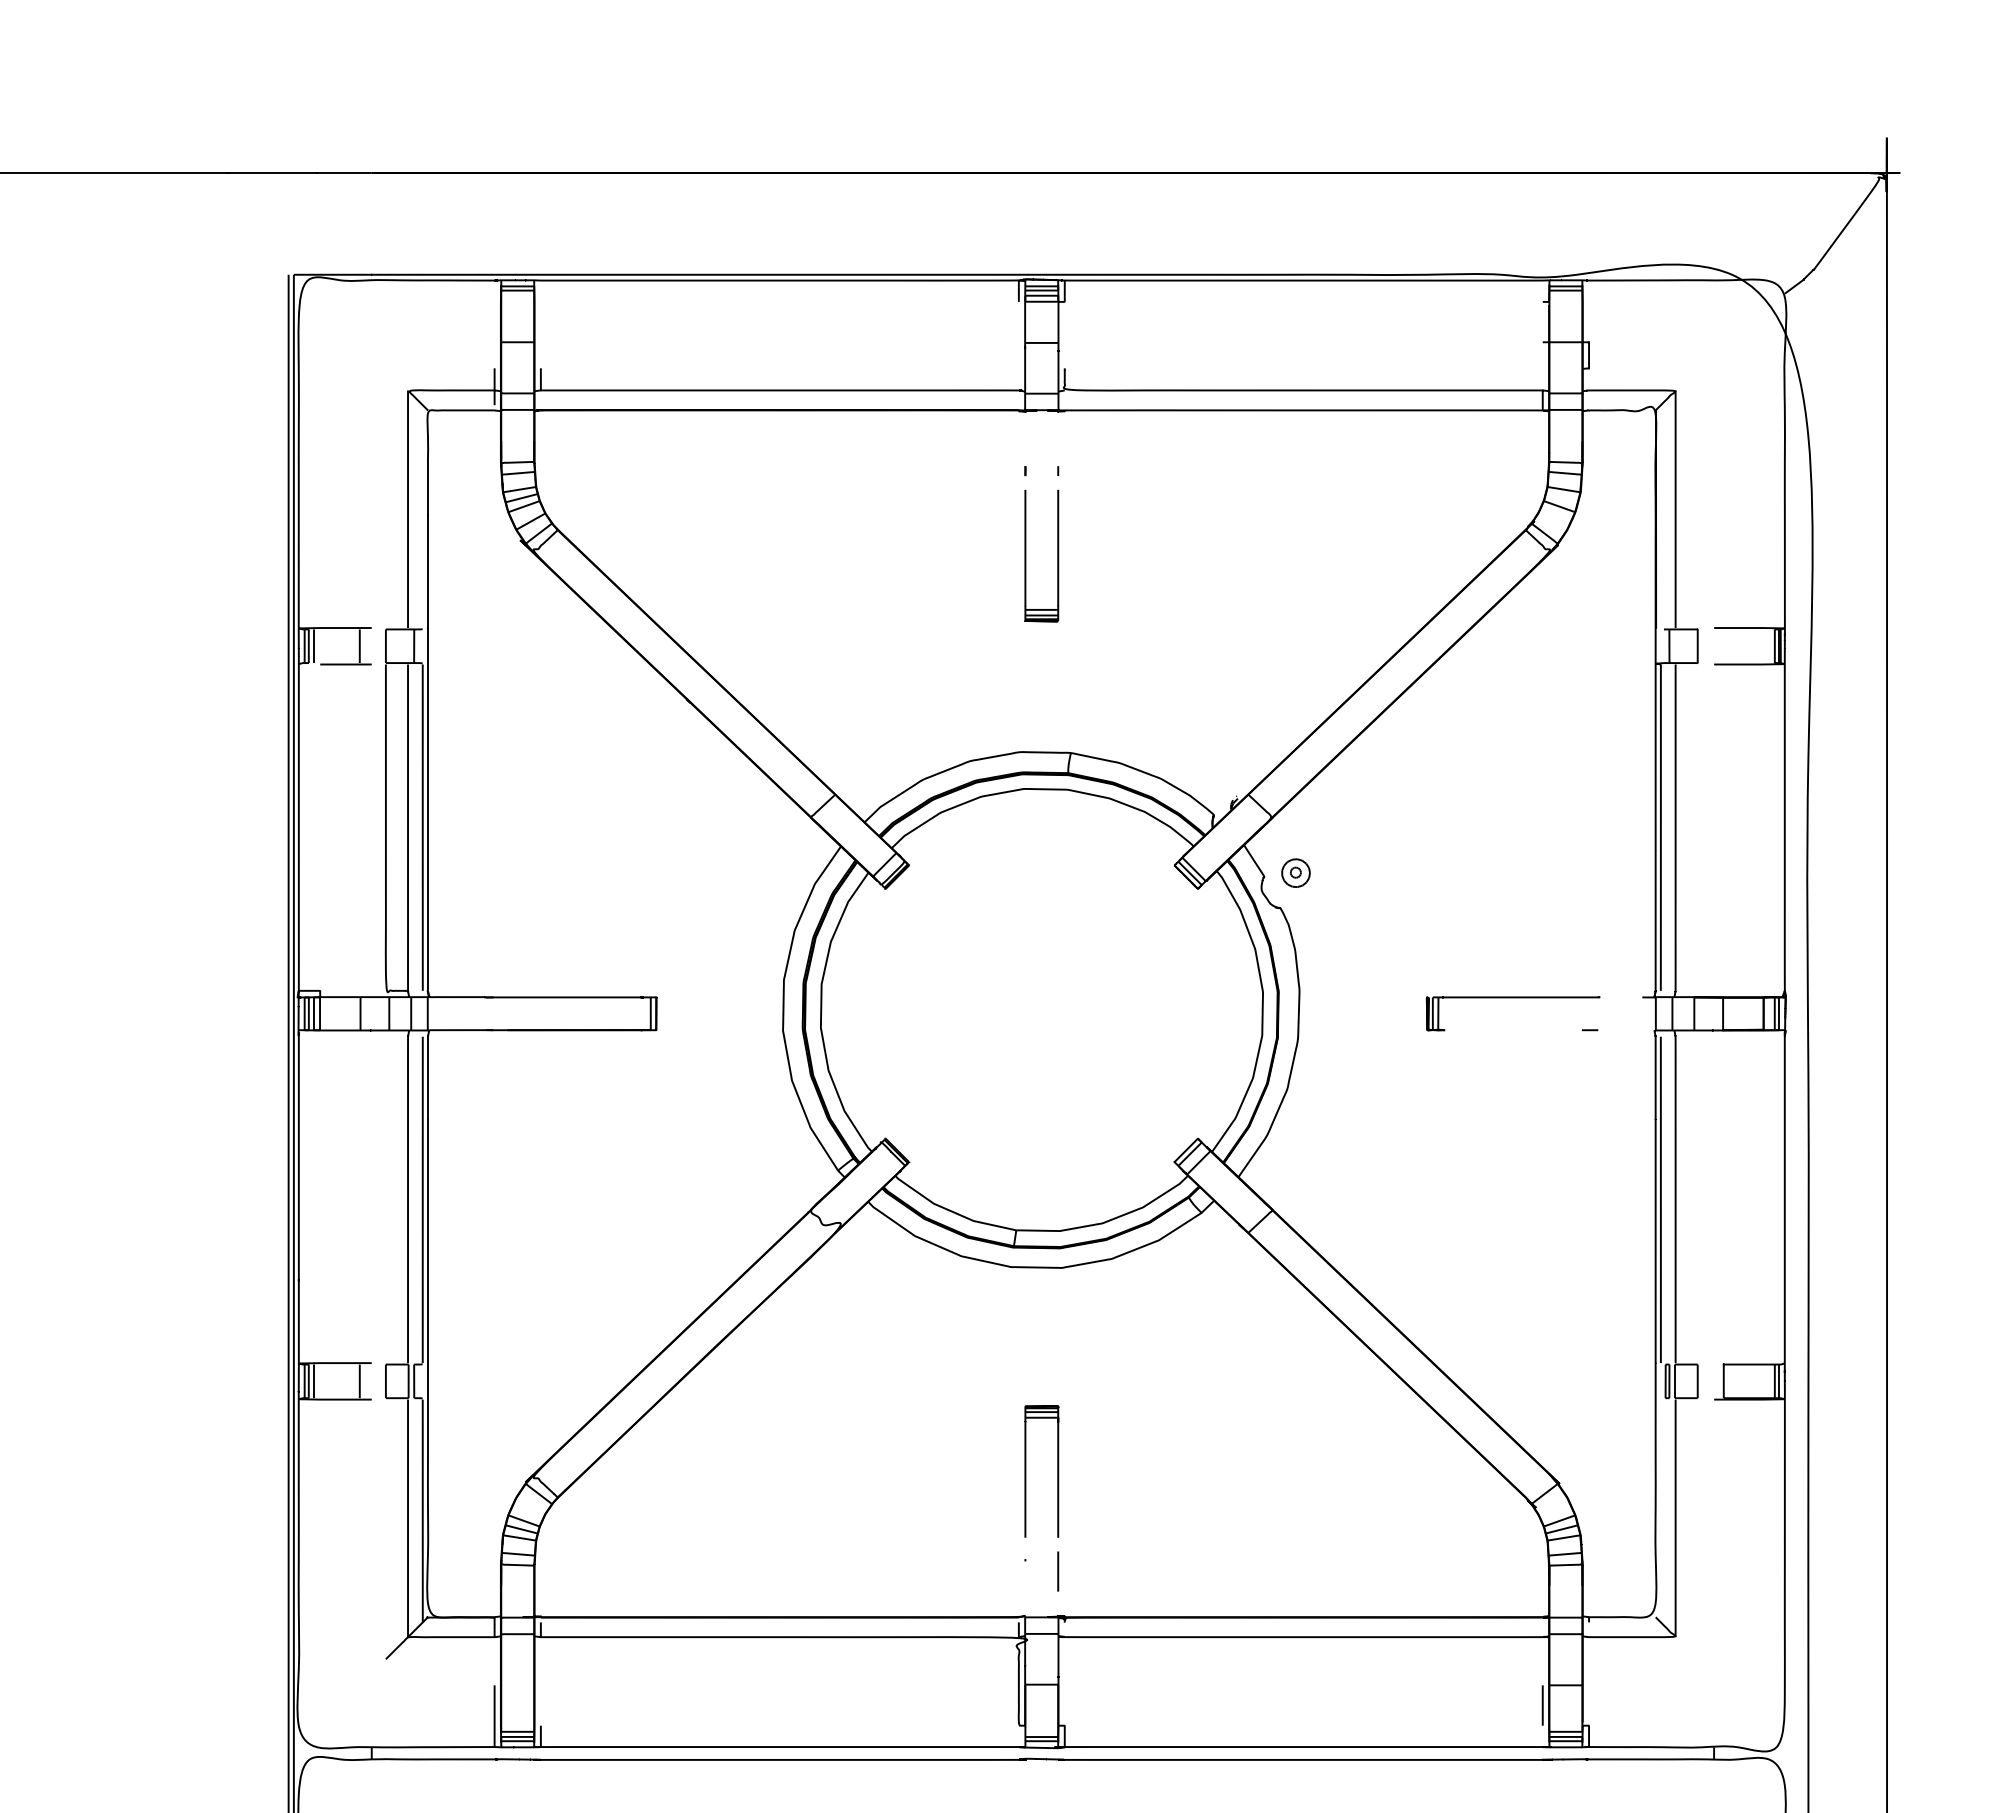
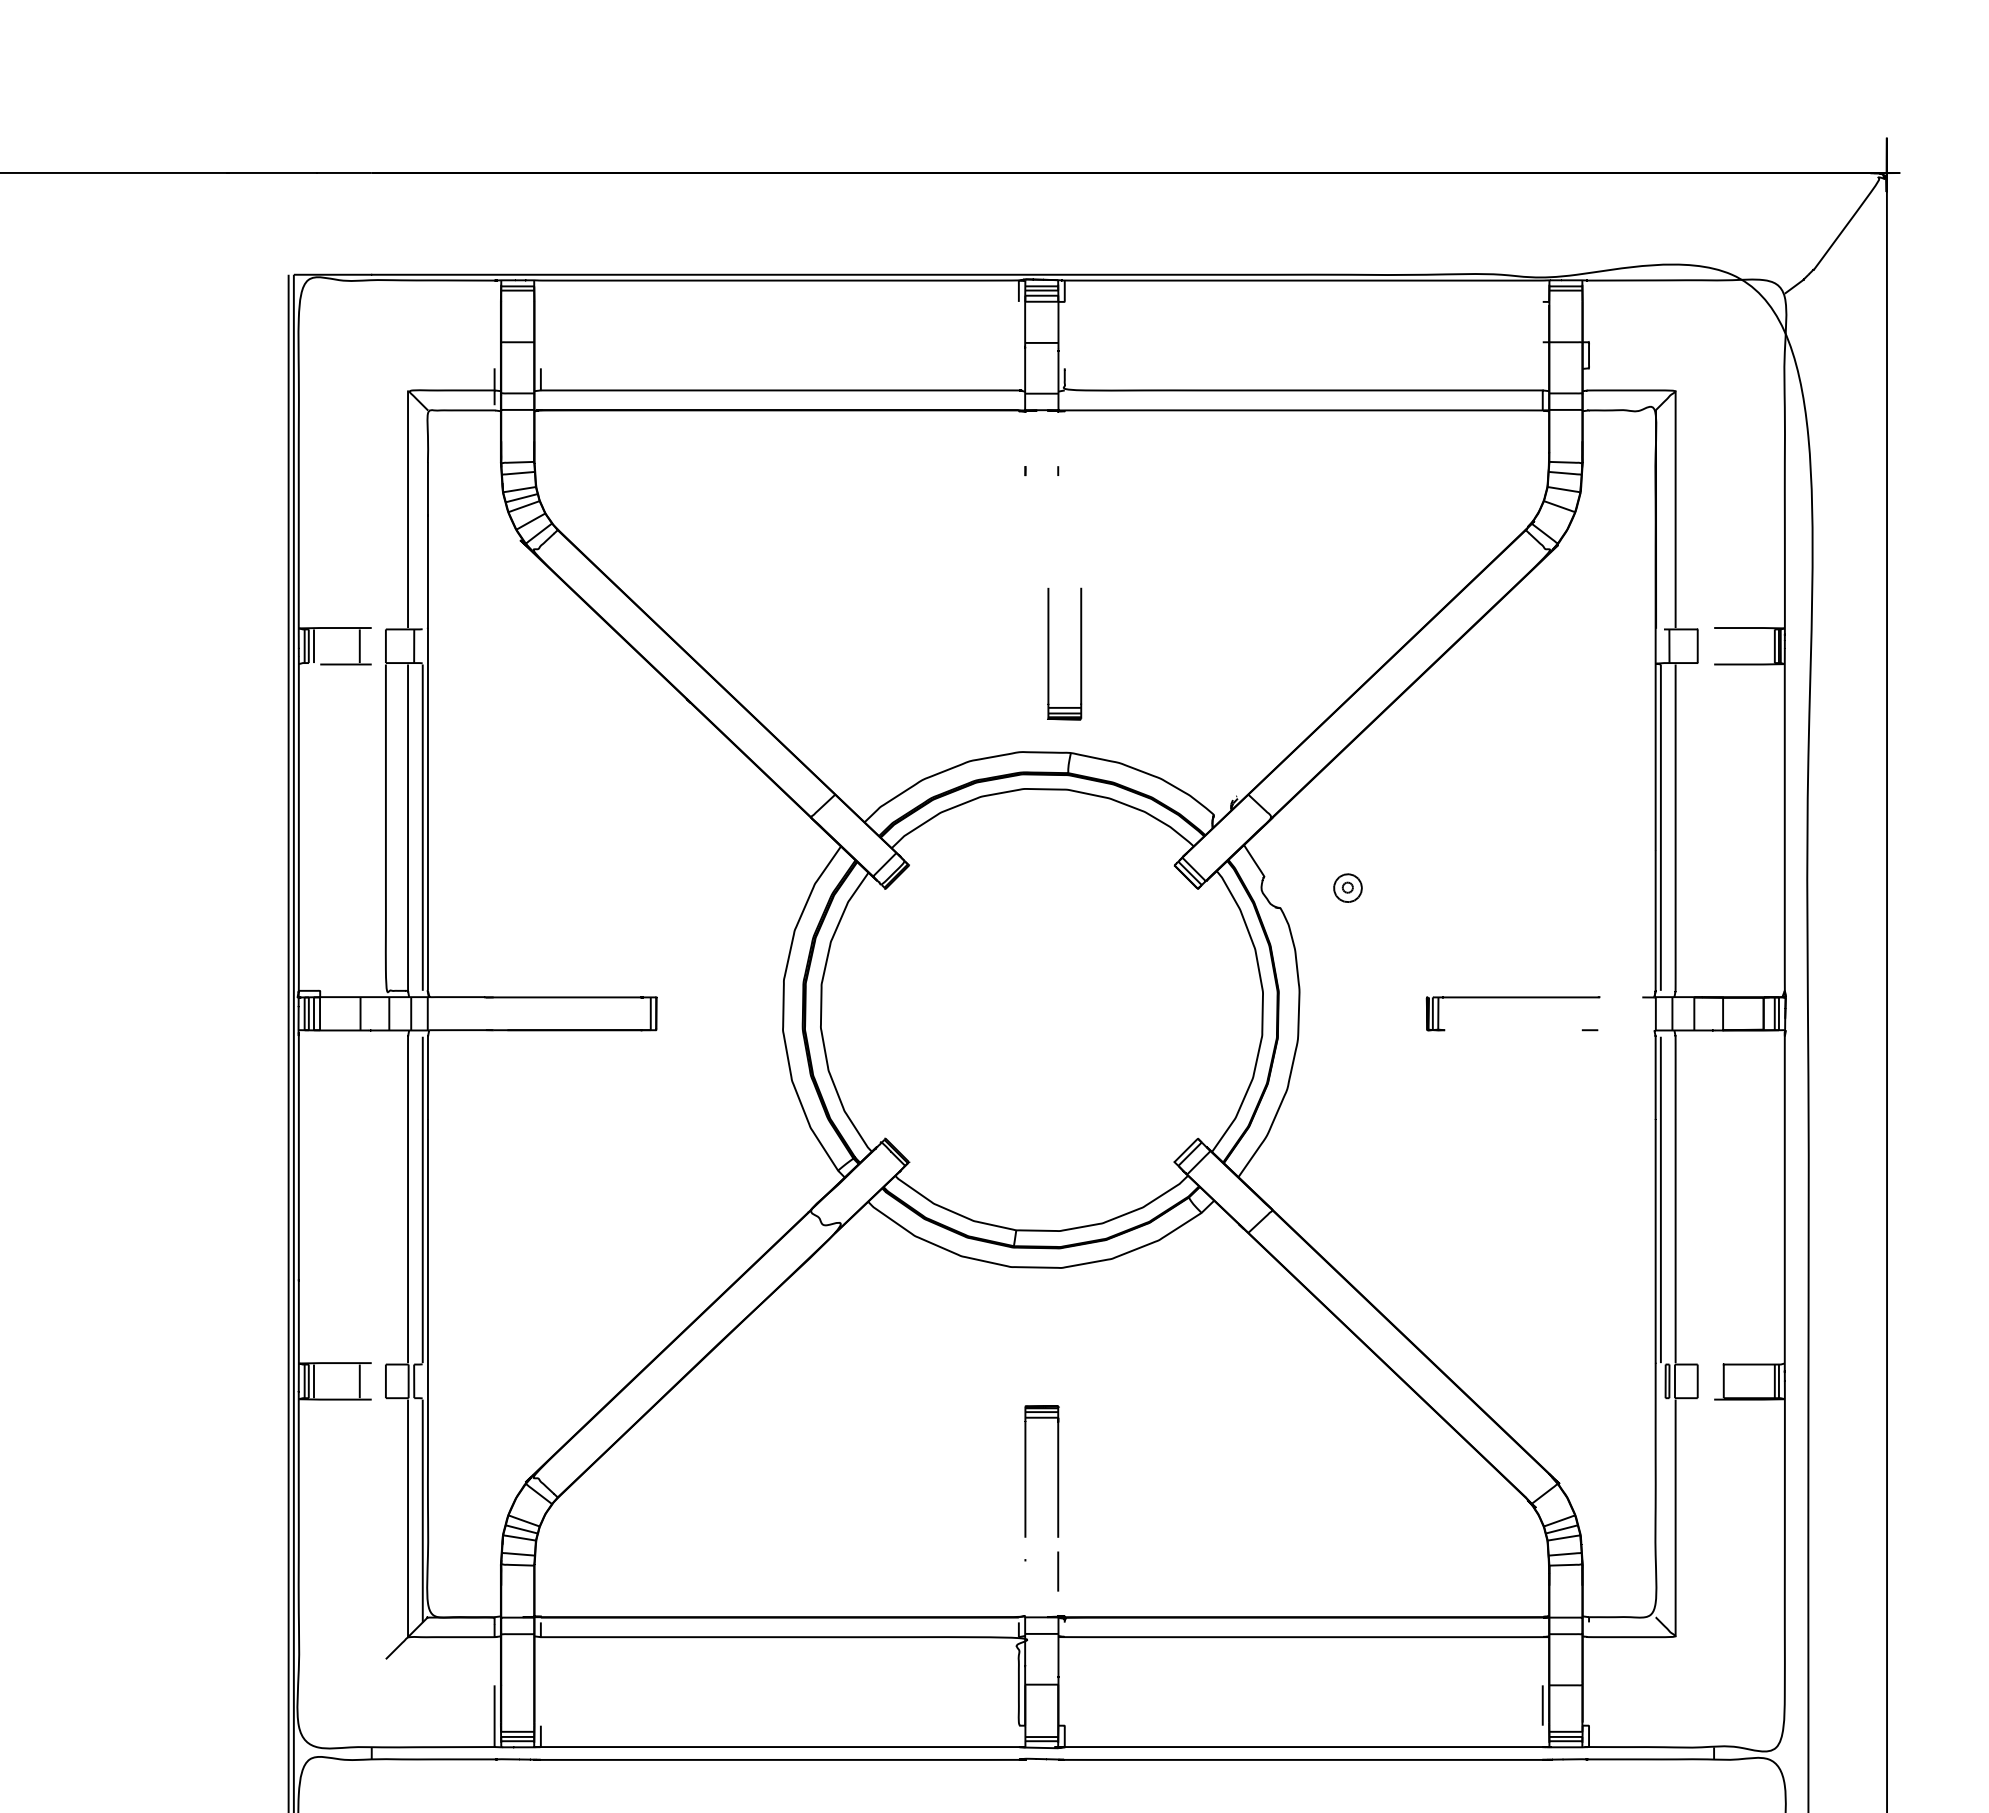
part at (1026, 555) position: (1026, 555) -> (1049, 653)
part at (1295, 872) position: (1295, 872) -> (1347, 887)
